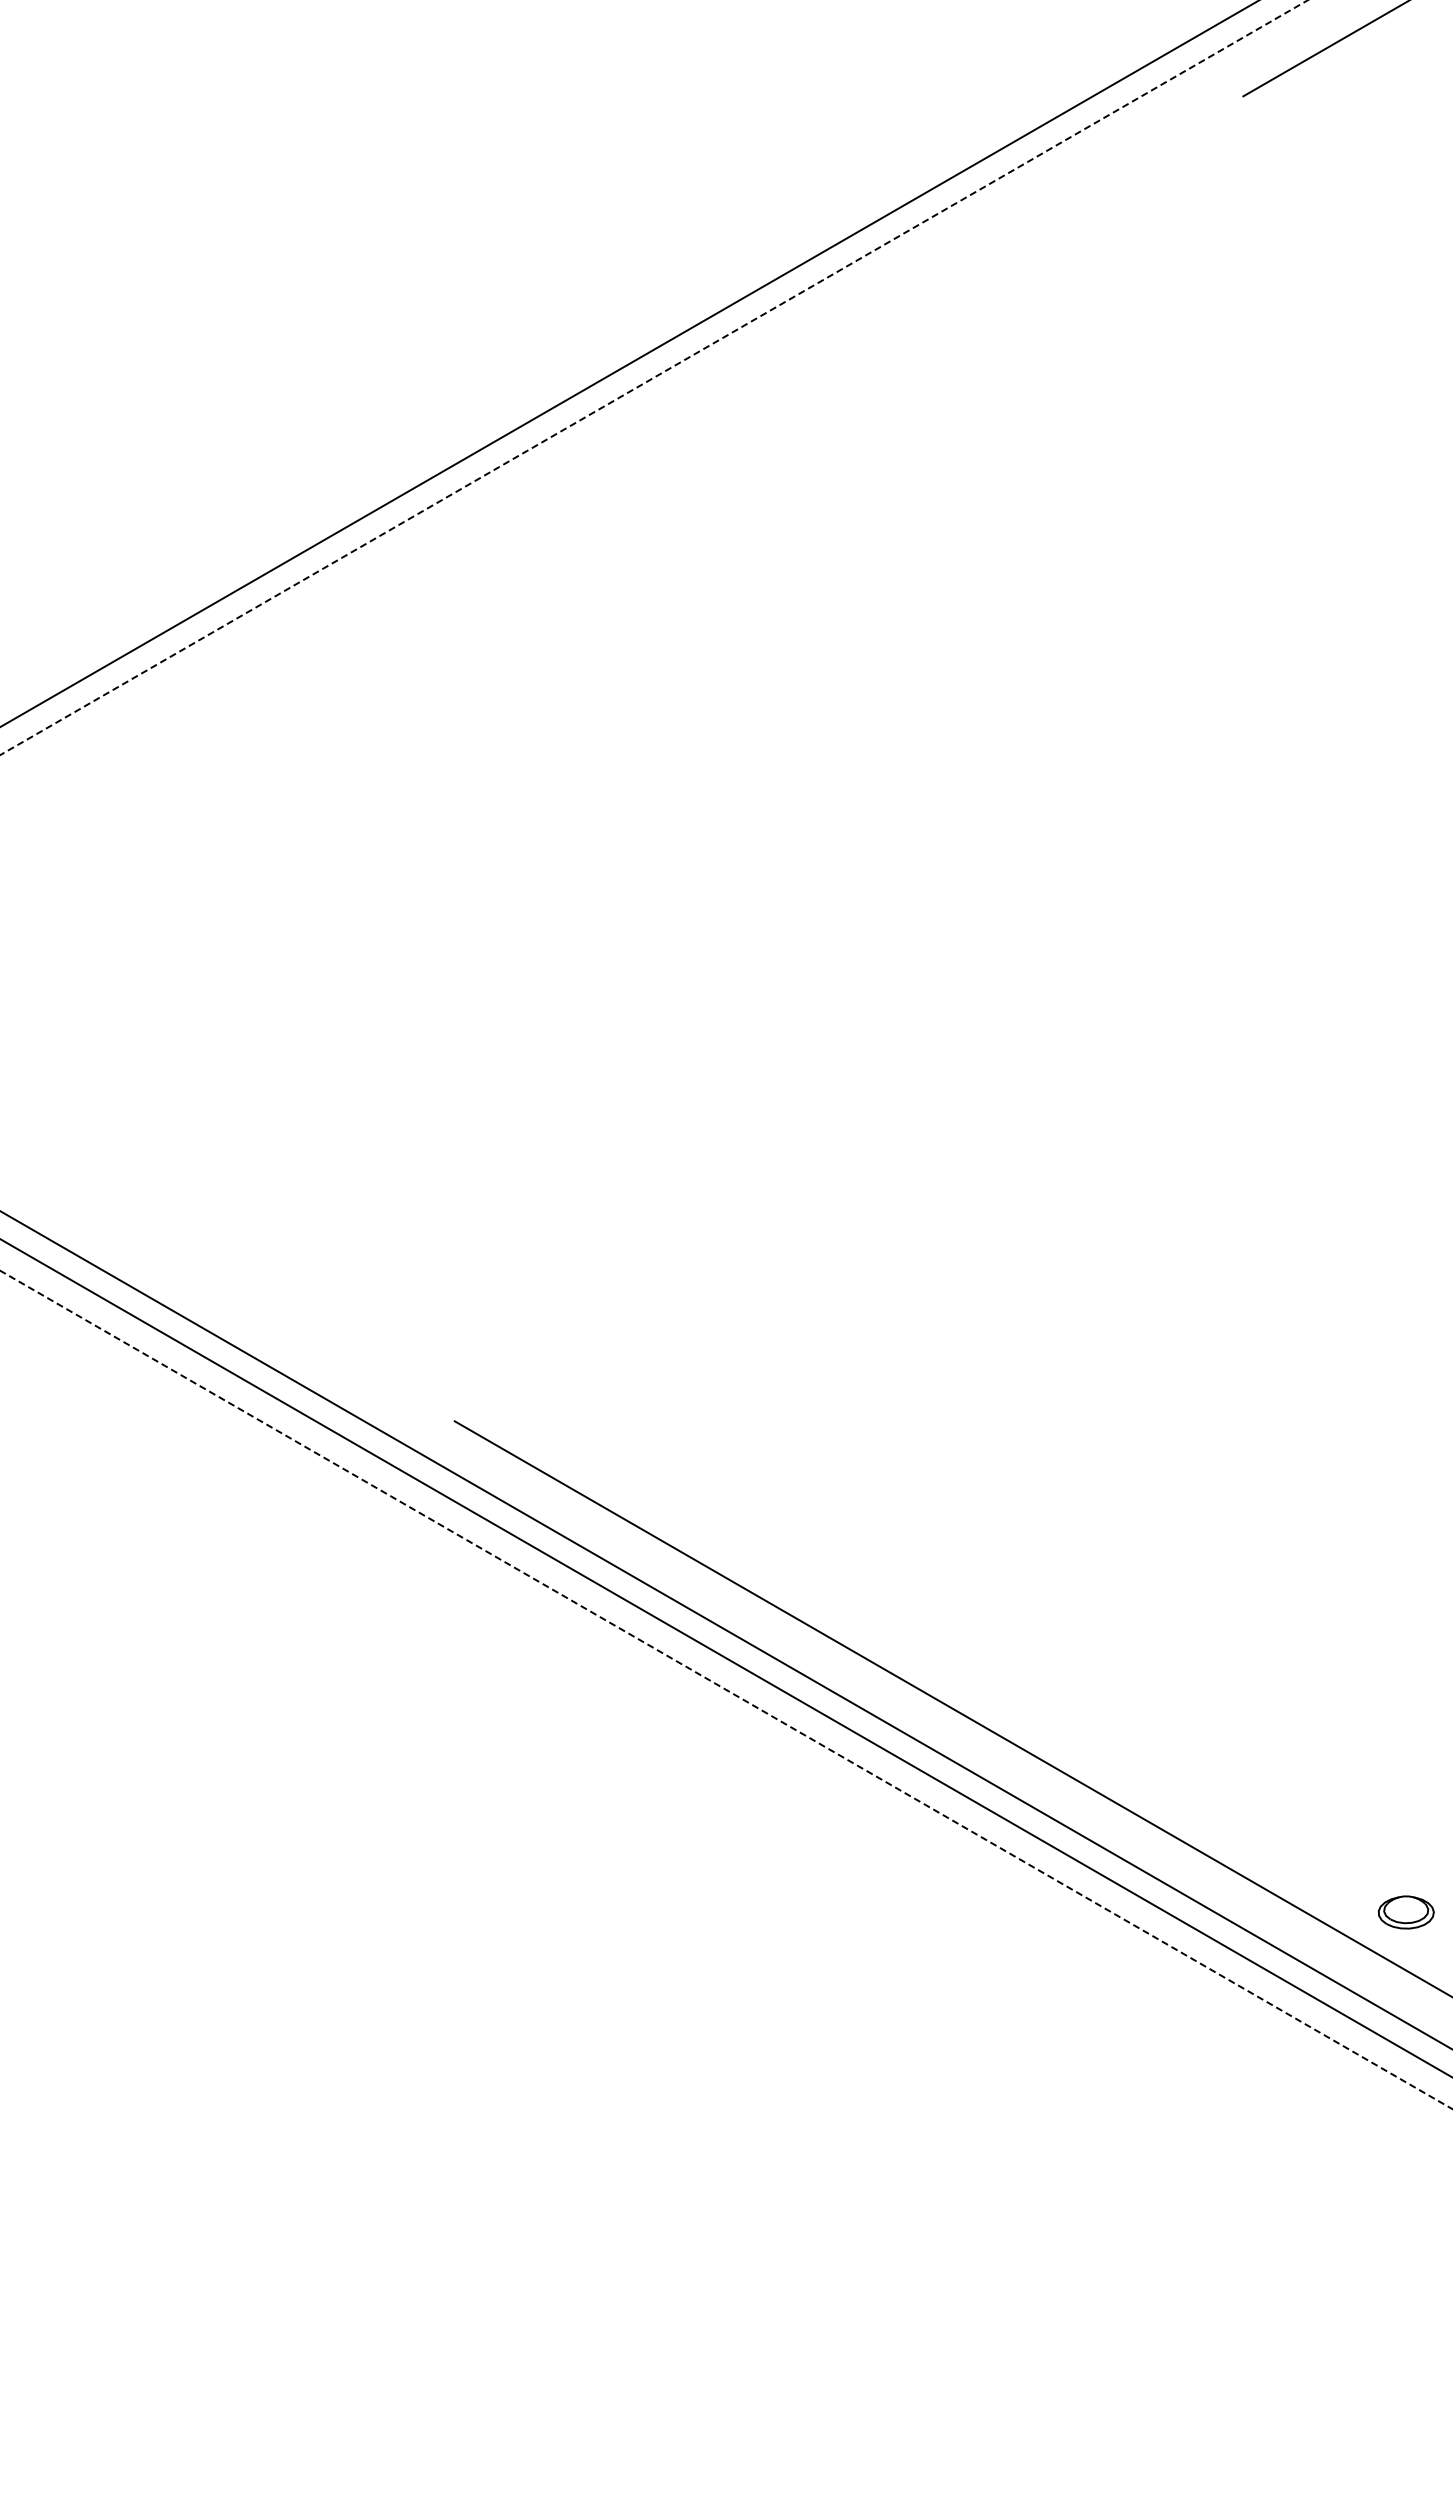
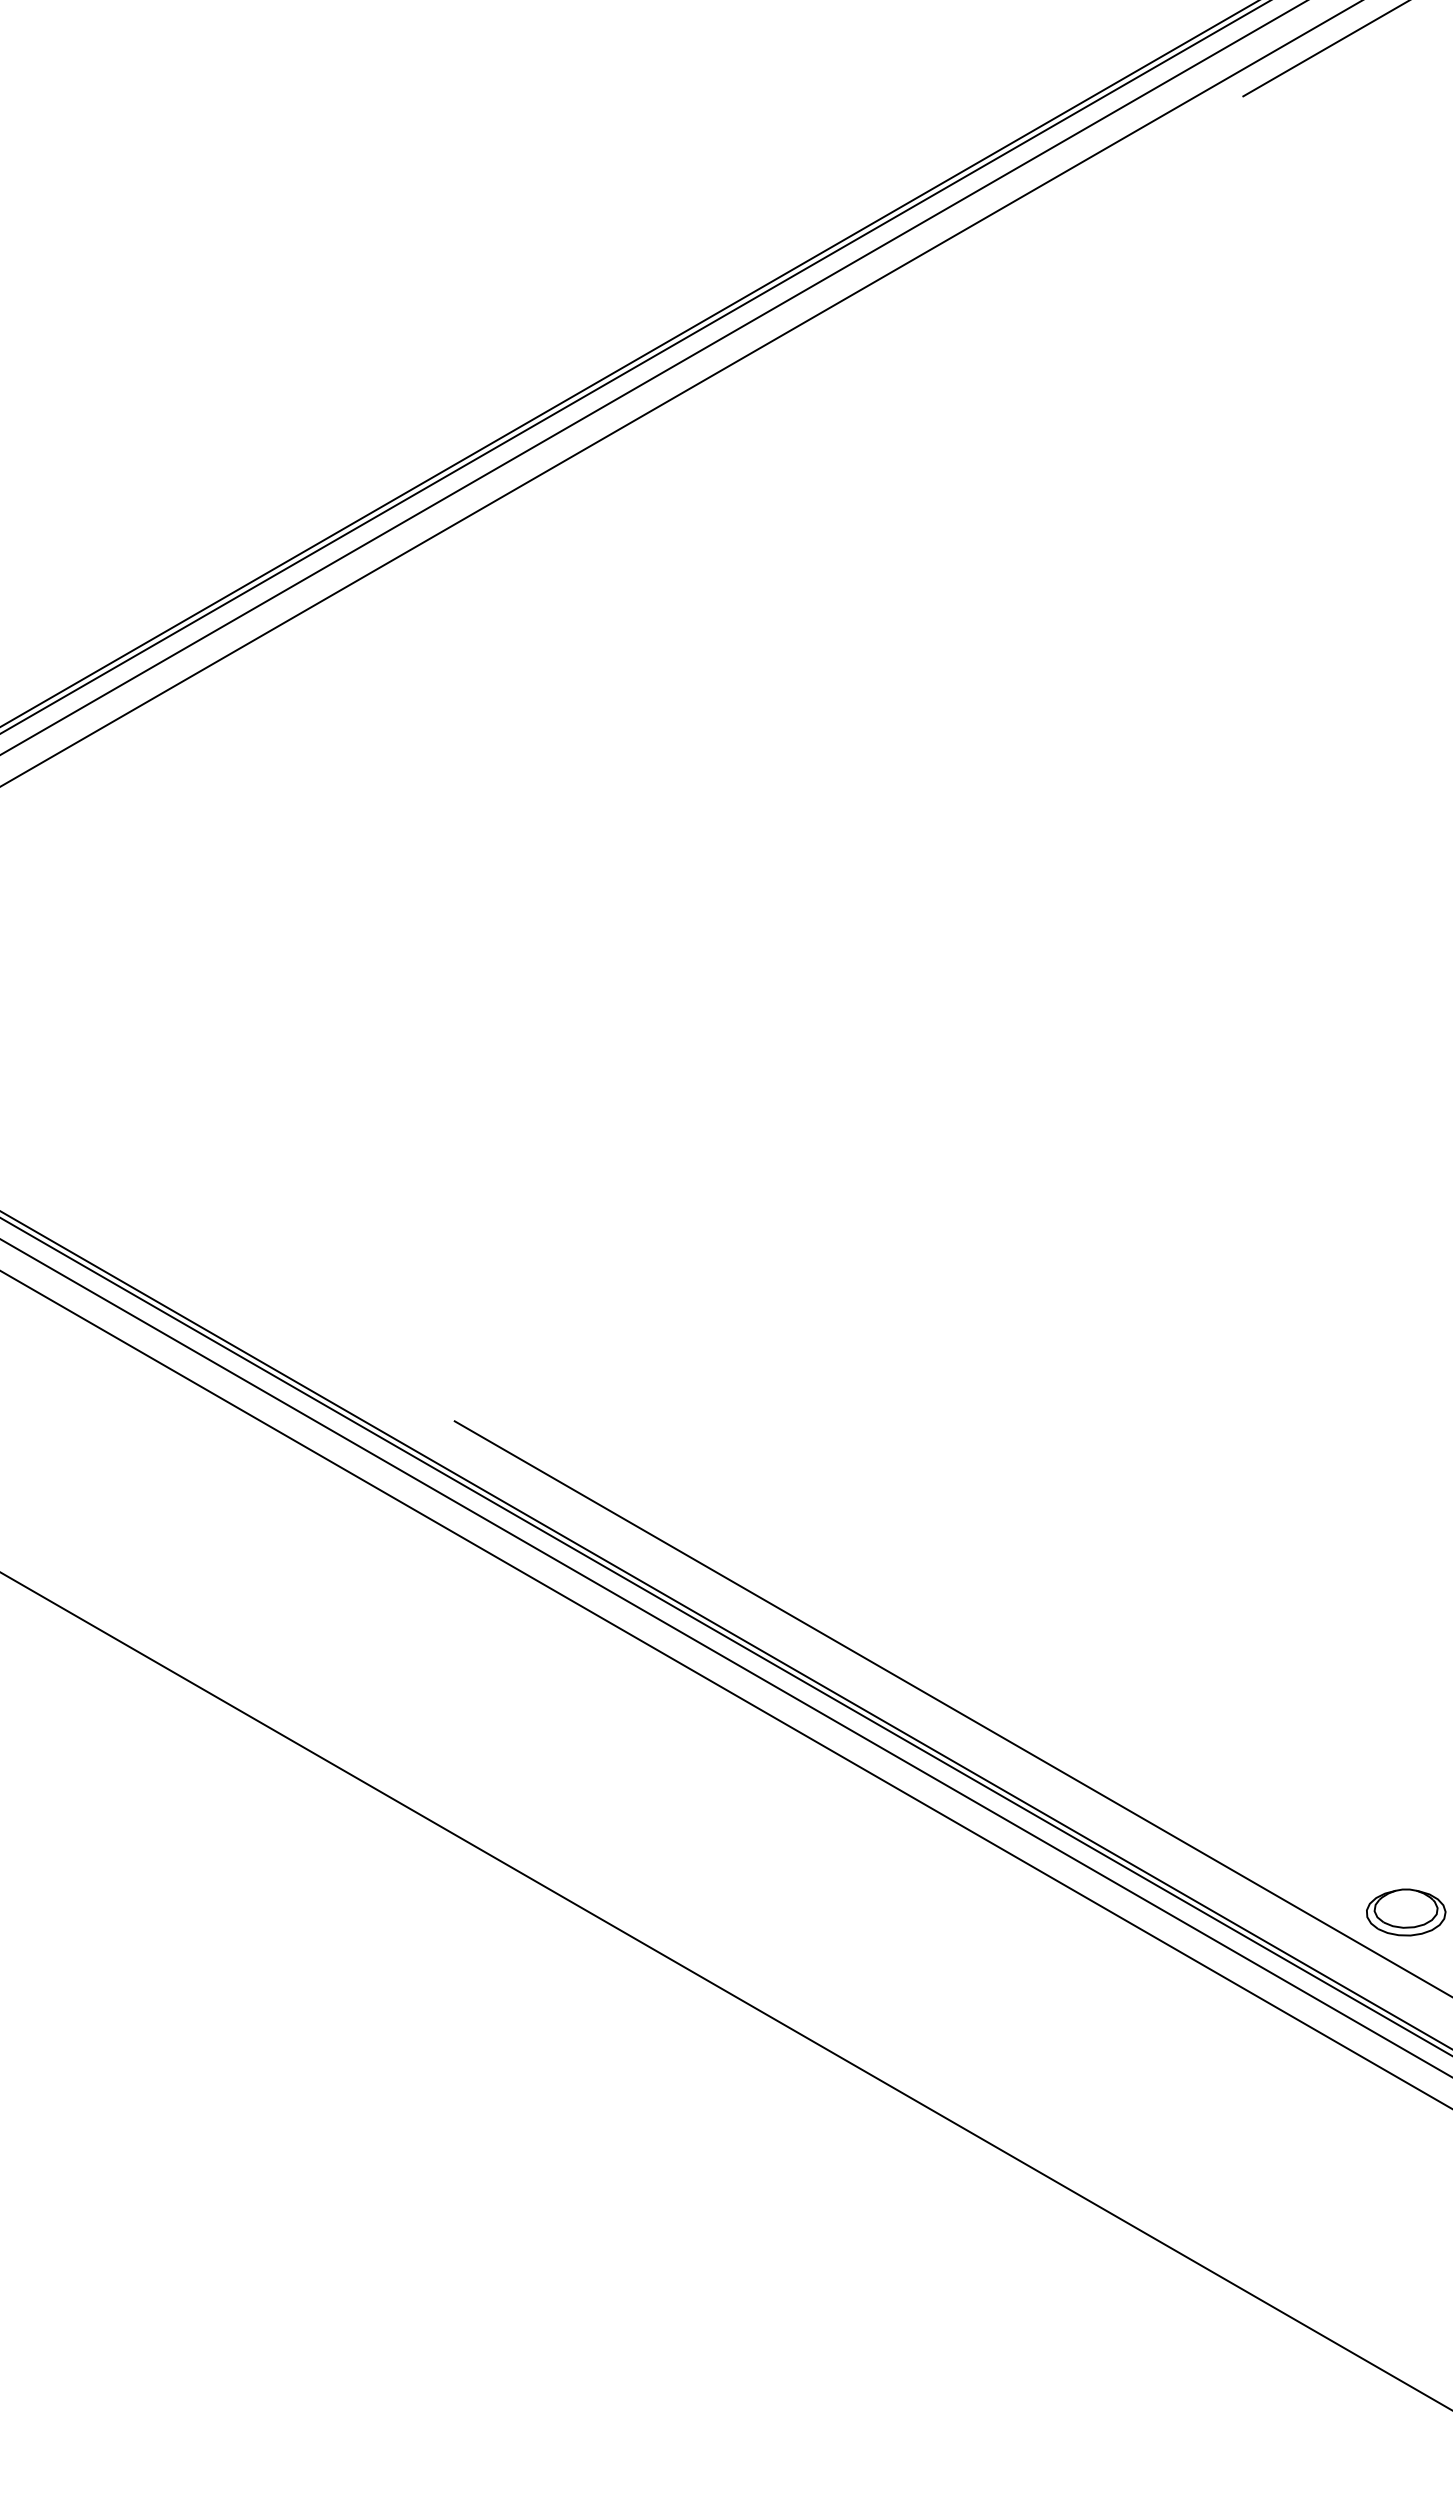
line at (634, 367): none -> present
line at (653, 377): dashed -> solid
line at (680, 393): none -> present
line at (725, 1636): none -> present
line at (726, 1690): dashed -> solid
part at (1405, 1912) size: 58x35 px -> 81x49 px
line at (725, 1990): none -> present
